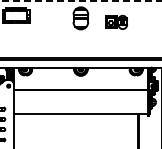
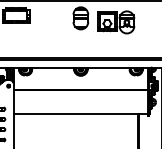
line at (81, 1): dashed -> solid
part at (116, 22) size: 23x15 px -> 39x25 px
